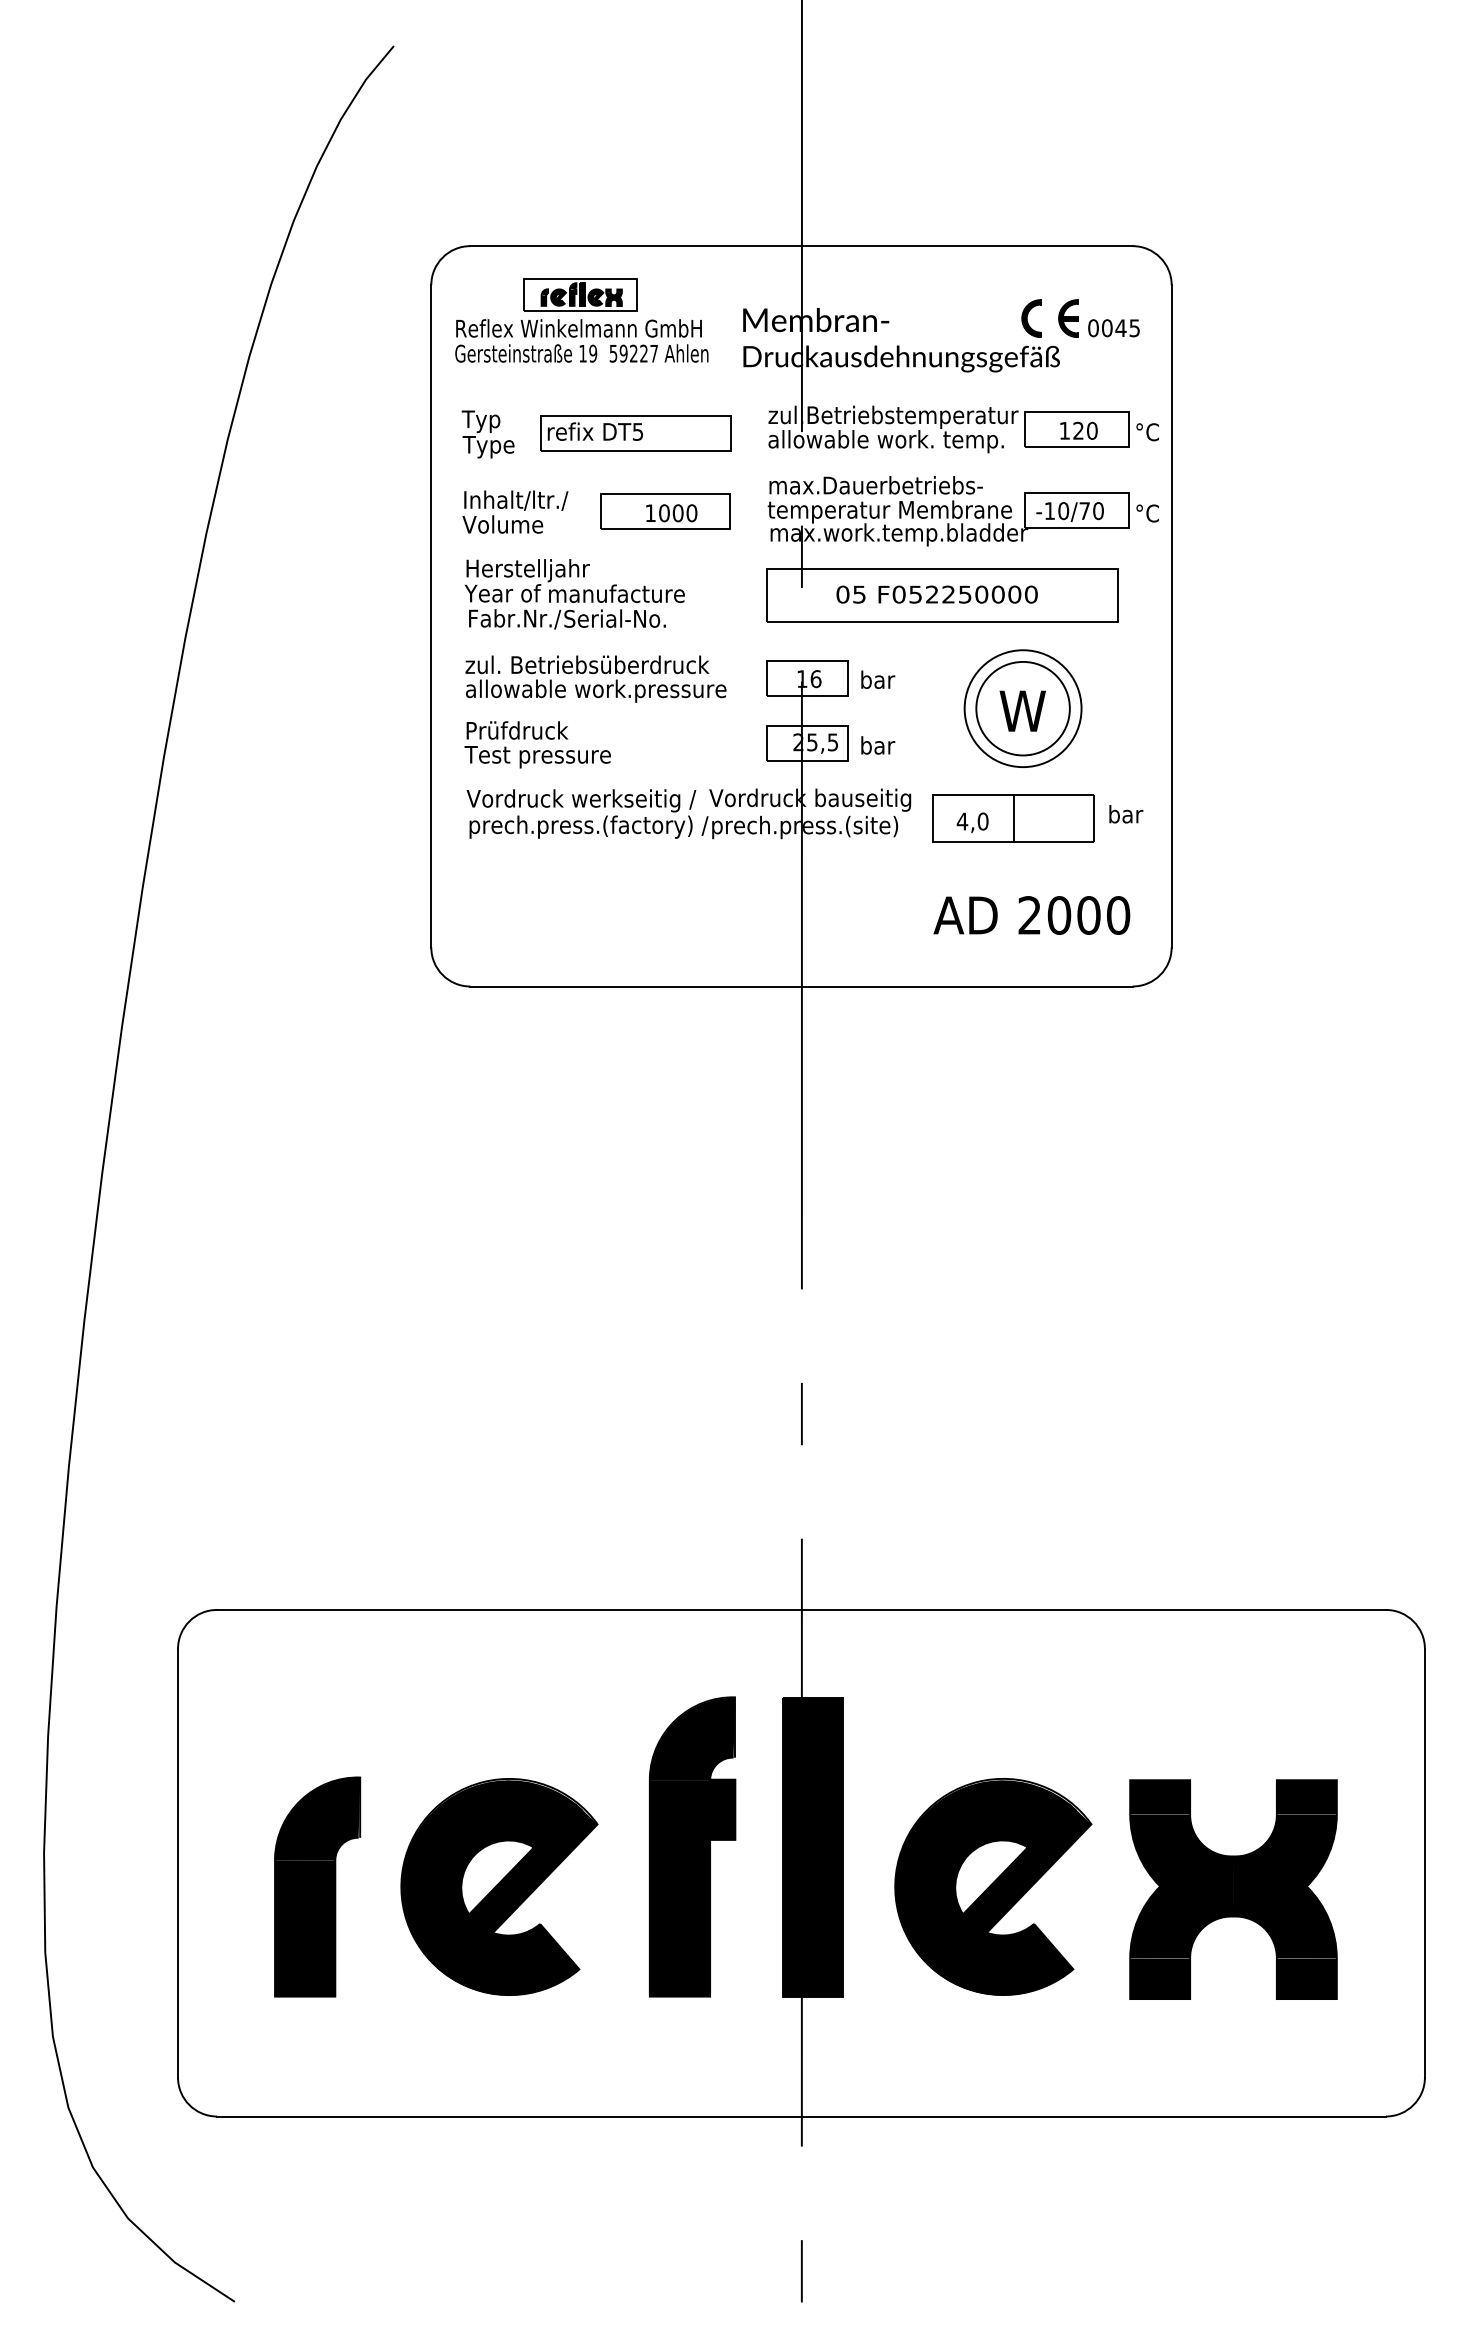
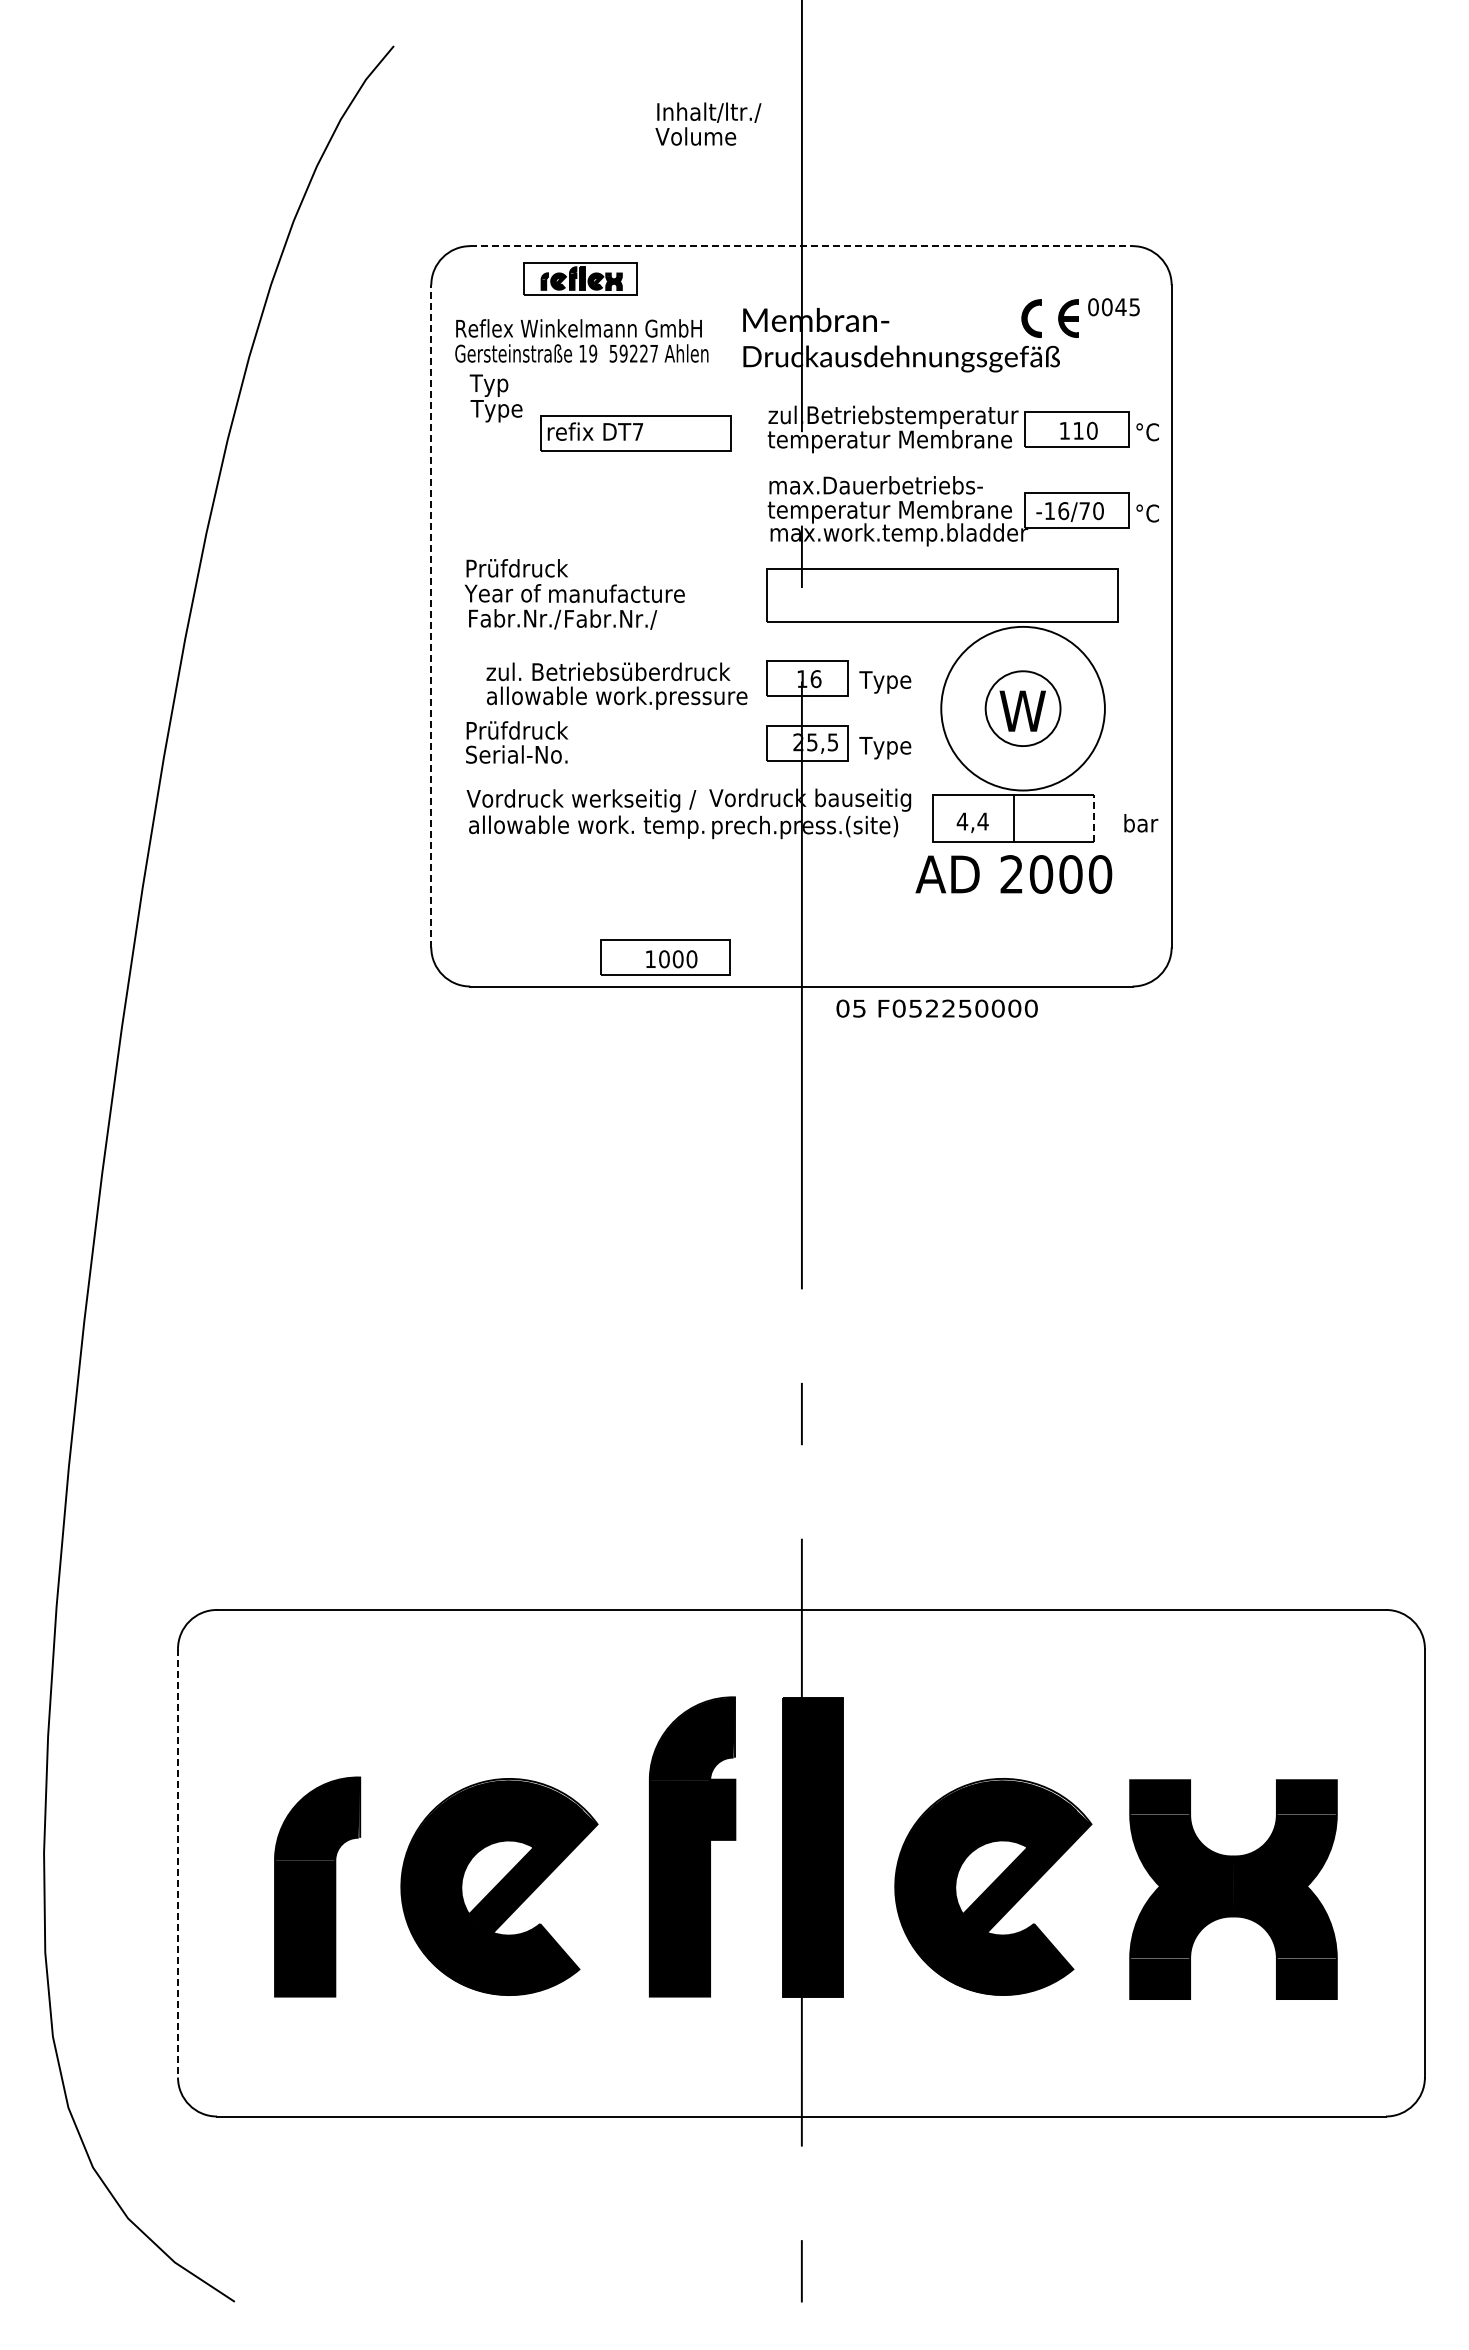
line at (801, 246): solid -> dashed
part at (580, 294) position: (580, 294) -> (580, 278)
text at (1113, 328) position: (1113, 328) -> (1113, 307)
text at (1078, 430): 120 -> 110
text at (638, 431): DT5 -> DT7
text at (487, 434) position: (487, 434) -> (495, 398)
text at (889, 441): allowable work. temp. -> temperatur Membrane
text at (1063, 510): -10/70 -> -16/70
text at (515, 511) position: (515, 511) -> (708, 123)
part at (665, 511) position: (665, 511) -> (665, 957)
text at (528, 570): Herstelljahr -> Prüfdruck
text at (936, 594) position: (936, 594) -> (936, 1008)
line at (431, 615): solid -> dashed
text at (614, 619): Serial-No. -> Fabr.Nr./
text at (595, 678) position: (595, 678) -> (616, 685)
text at (885, 681): bar -> Type
circle at (1022, 708) diameter: 117 px -> 164 px
circle at (1022, 708) diameter: 94 px -> 75 px
text at (885, 747): bar -> Type
text at (537, 756): Test pressure -> Serial-No.
text at (1126, 814) position: (1126, 814) -> (1141, 823)
line at (1094, 818): solid -> dashed
text at (982, 821): 4,0 -> 4,4
text at (588, 826): prech.press.(factory) / -> allowable work. temp.
text at (1031, 915) position: (1031, 915) -> (1013, 874)
line at (178, 1863): solid -> dashed
